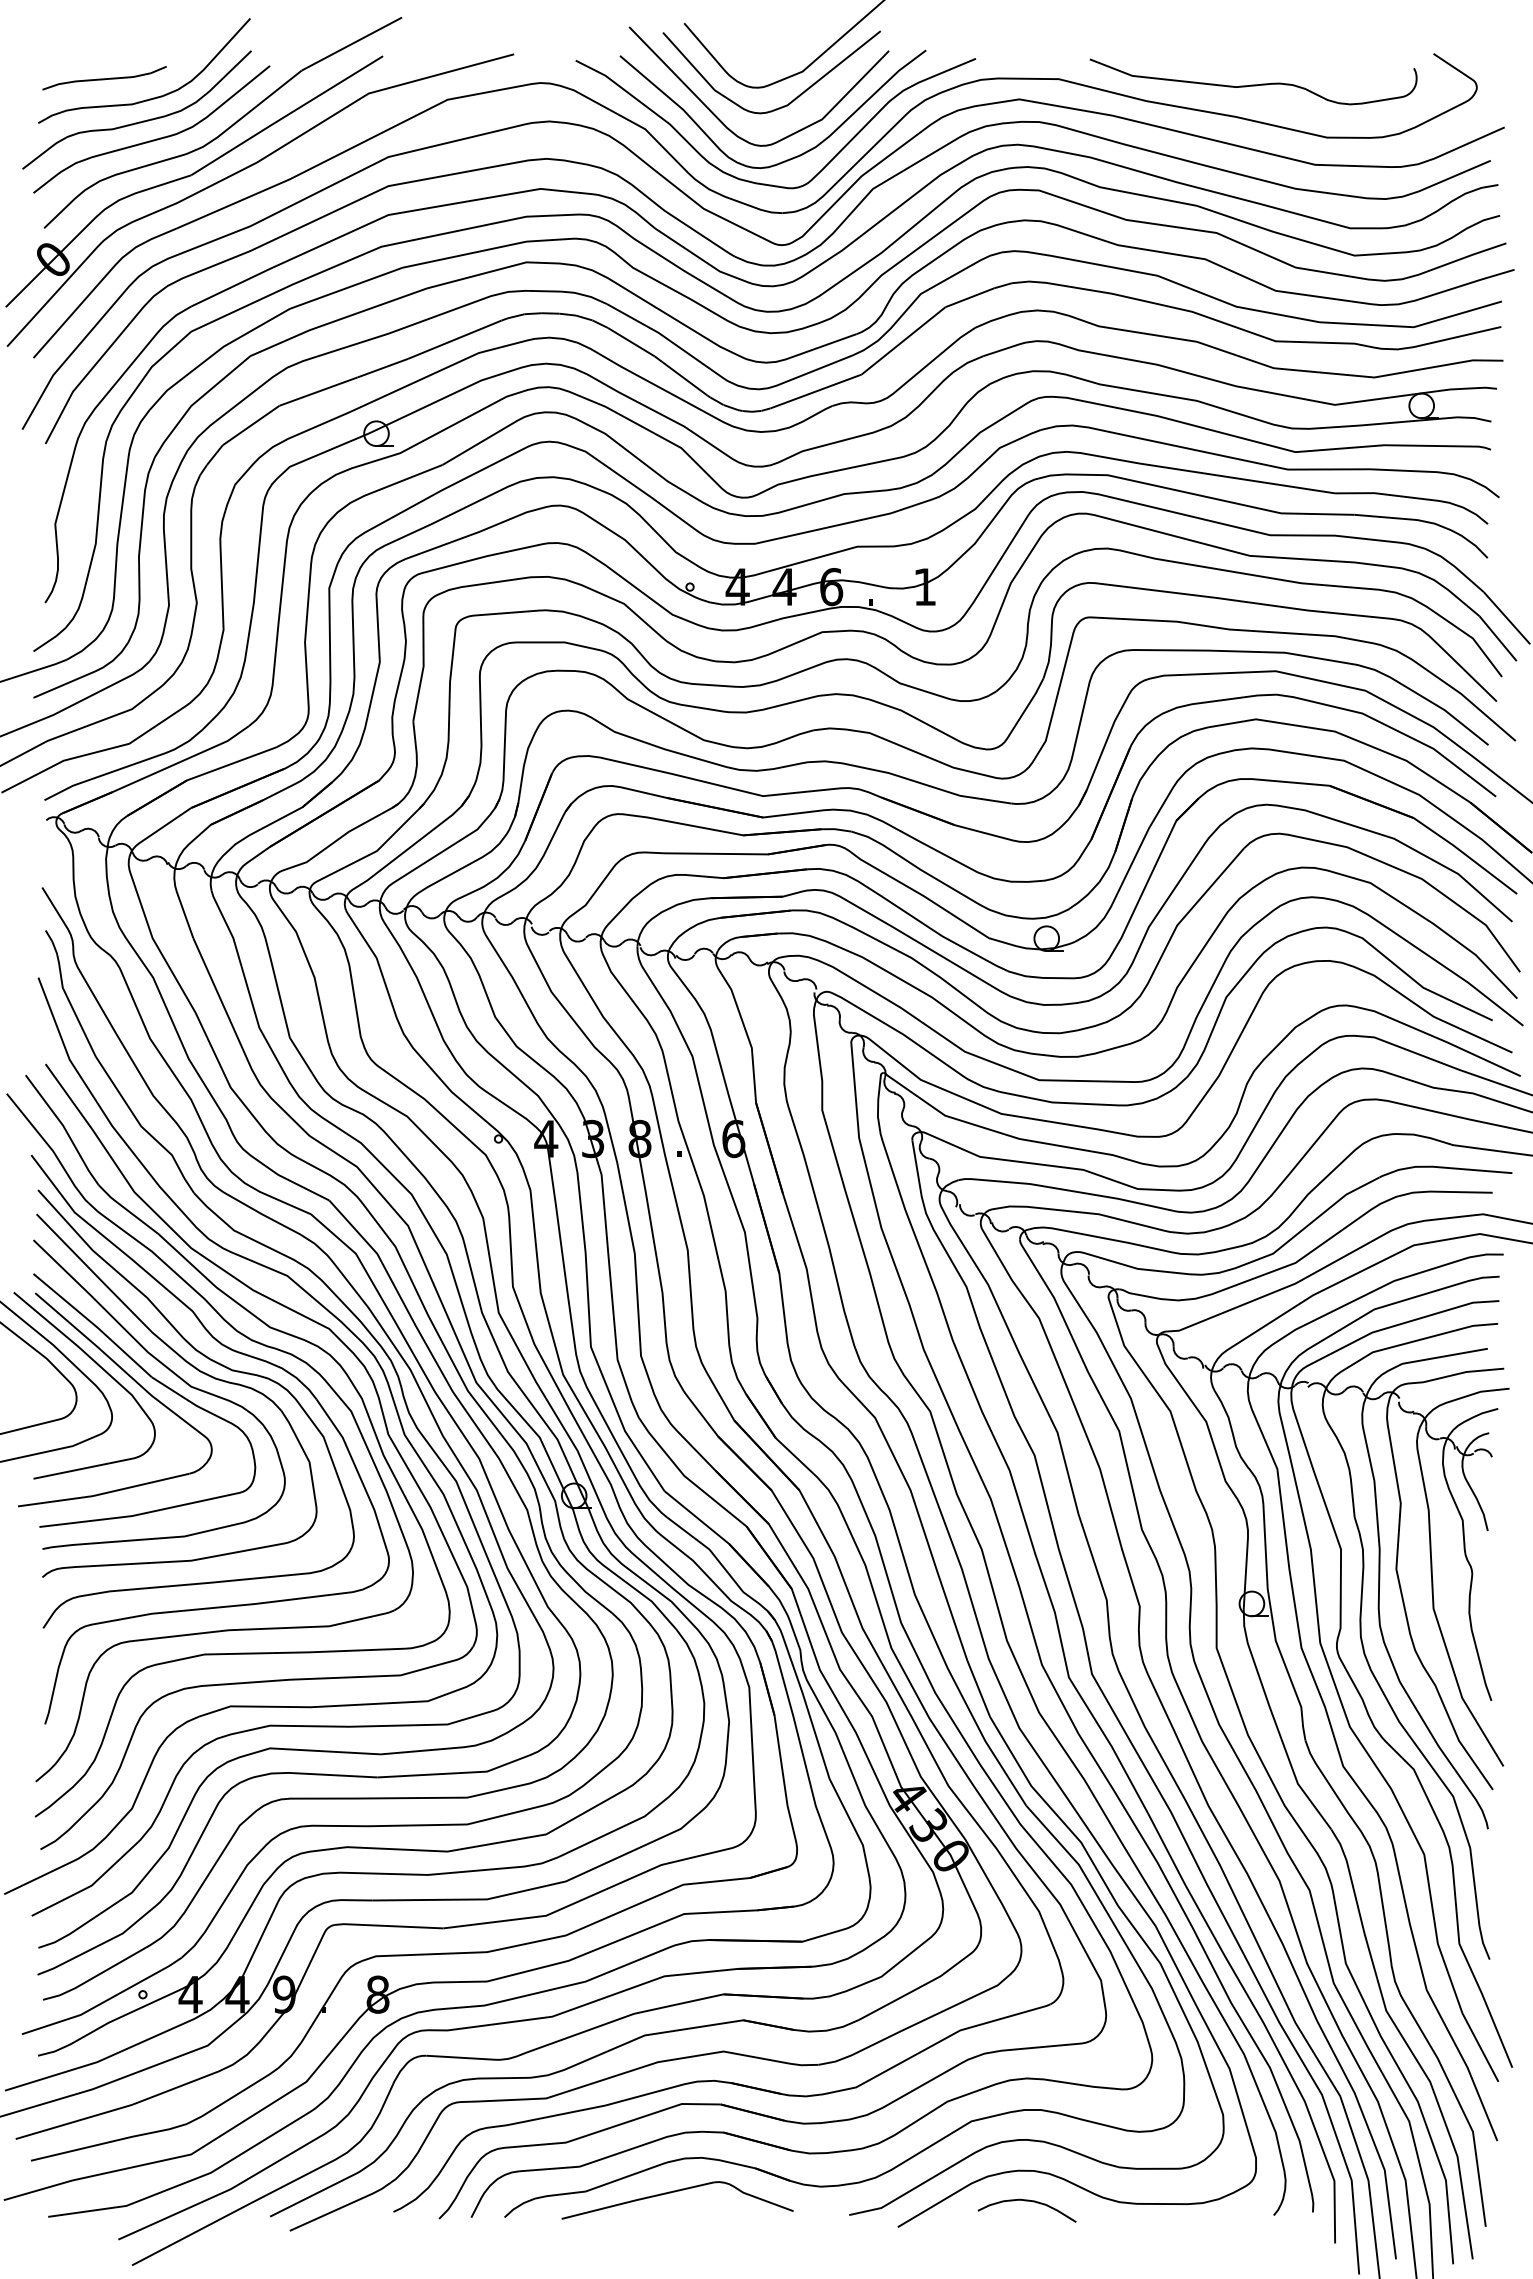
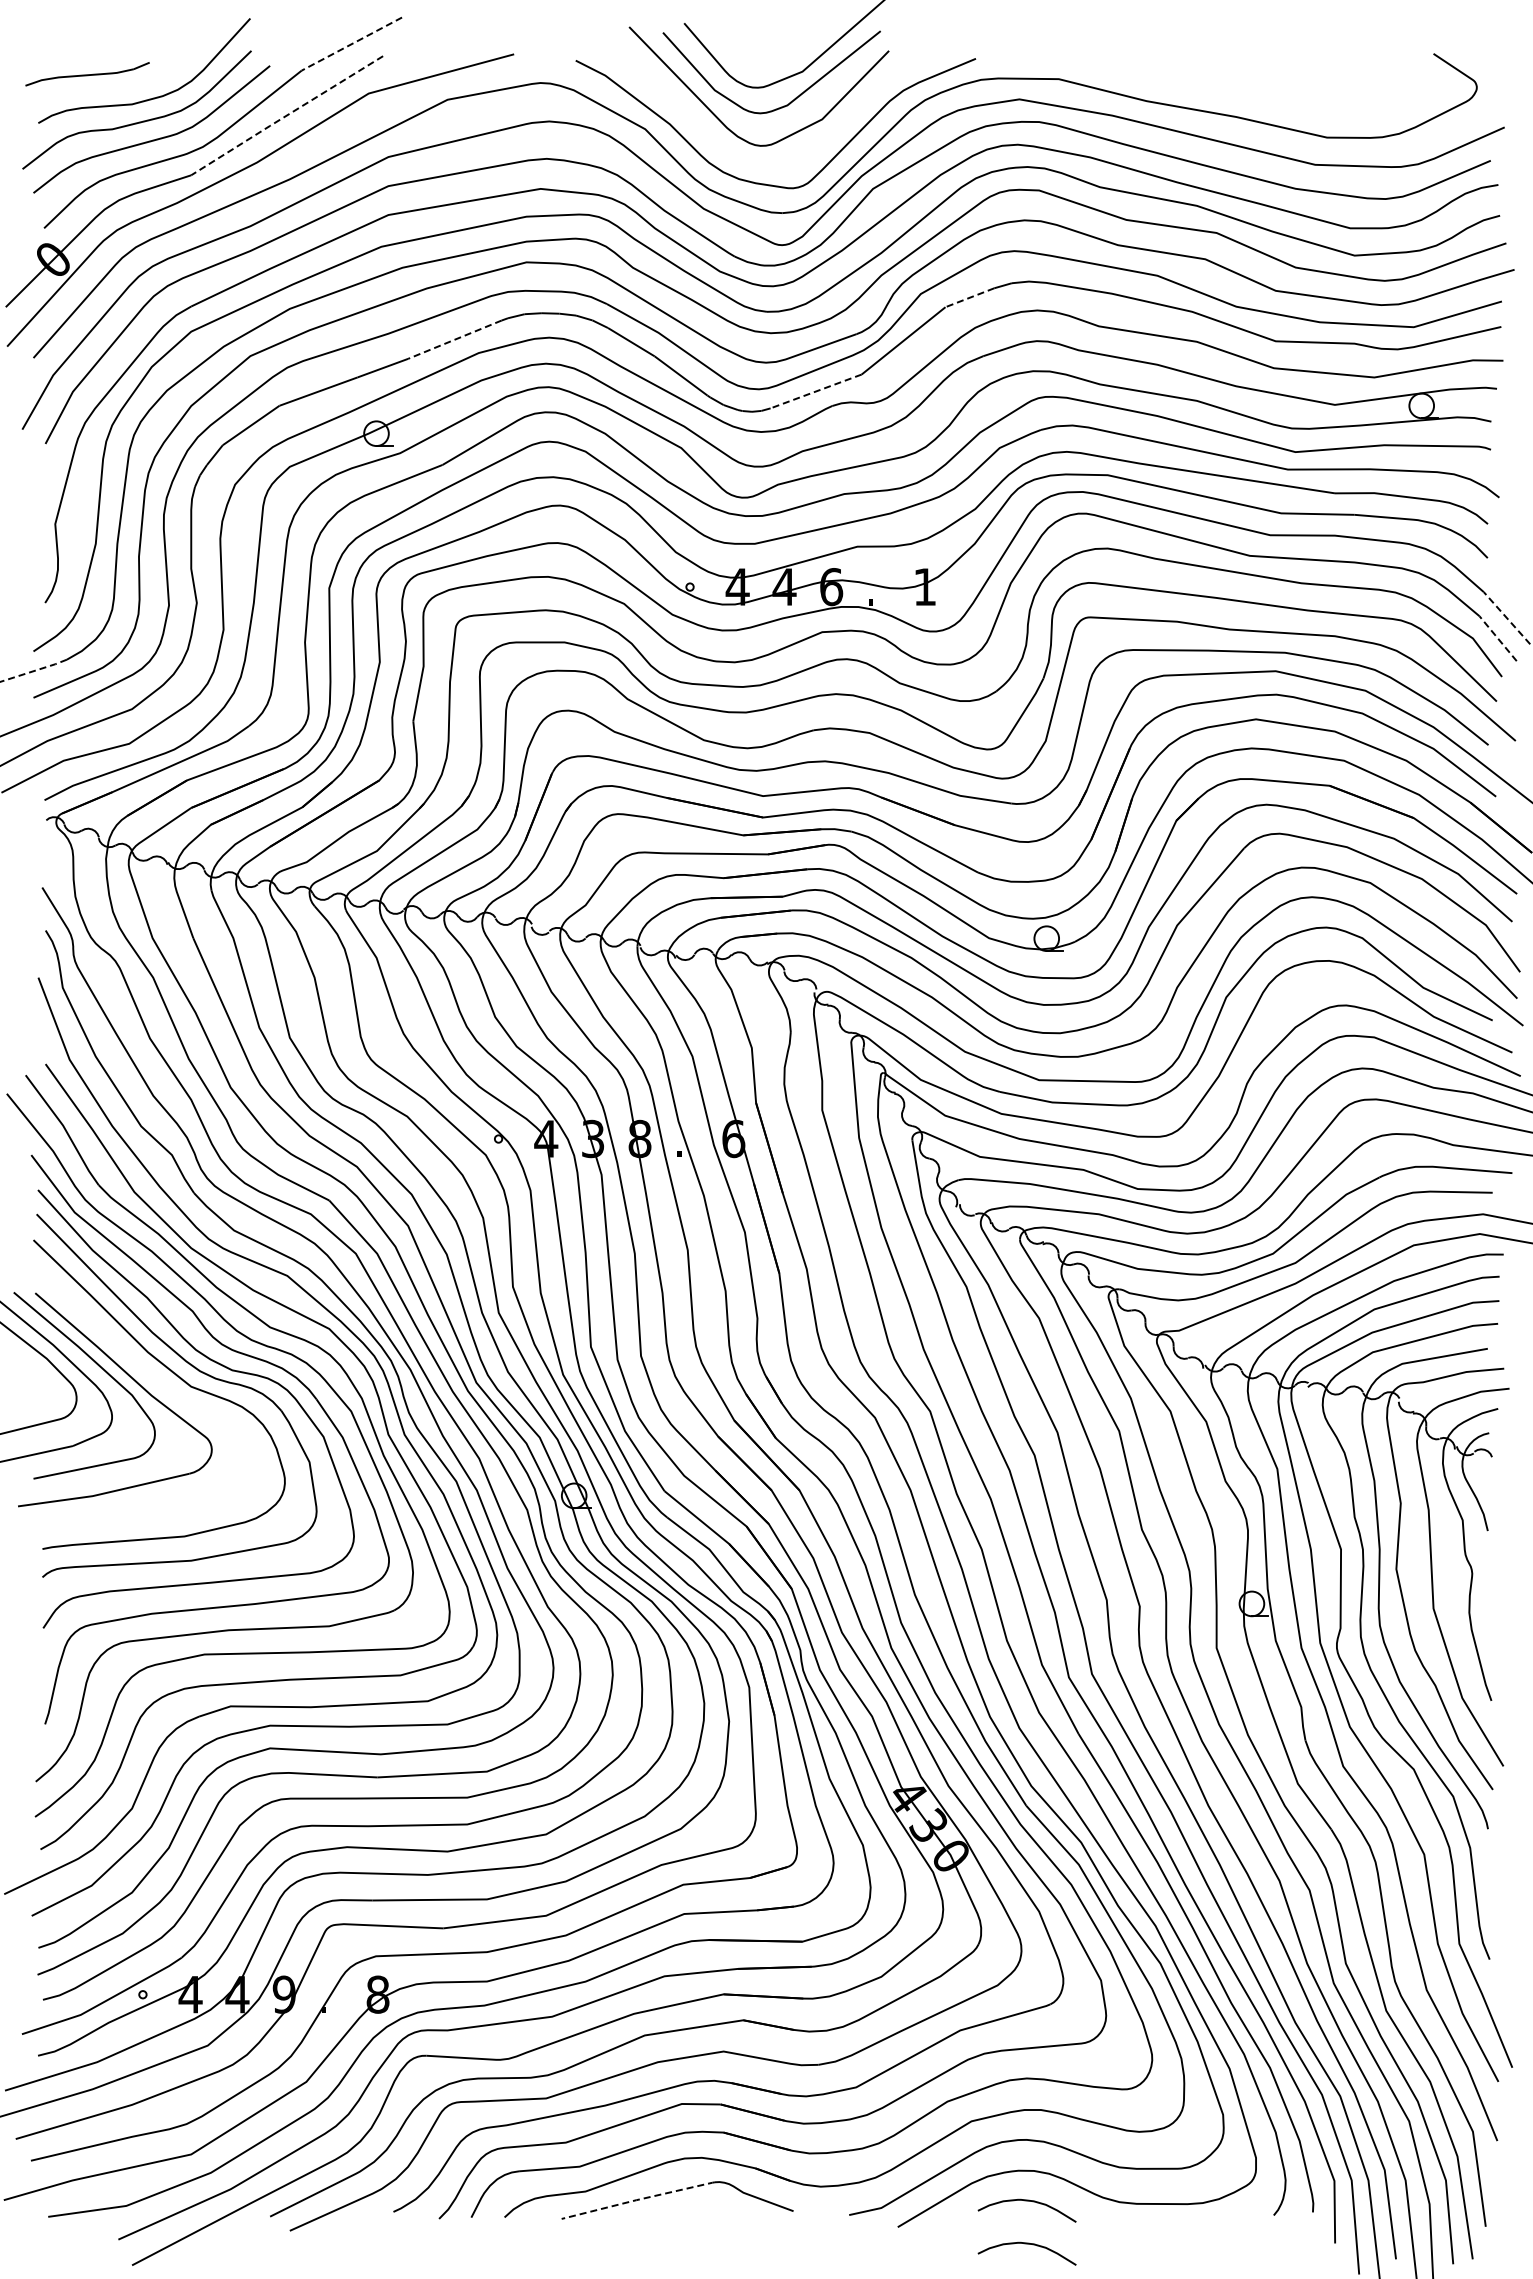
line at (351, 44): solid -> dashed
part at (104, 78) position: (104, 78) -> (87, 74)
curve at (1253, 84): present -> none
line at (286, 115): solid -> dashed
curve at (789, 158): present -> none
line at (969, 297): solid -> dashed
line at (454, 339): solid -> dashed
line at (816, 391): solid -> dashed
line at (1507, 618): solid -> dashed
line at (1497, 638): solid -> dashed
line at (34, 670): solid -> dashed
part at (154, 1380): present -> none
line at (638, 2199): solid -> dashed
curve at (1026, 2244): none -> present
